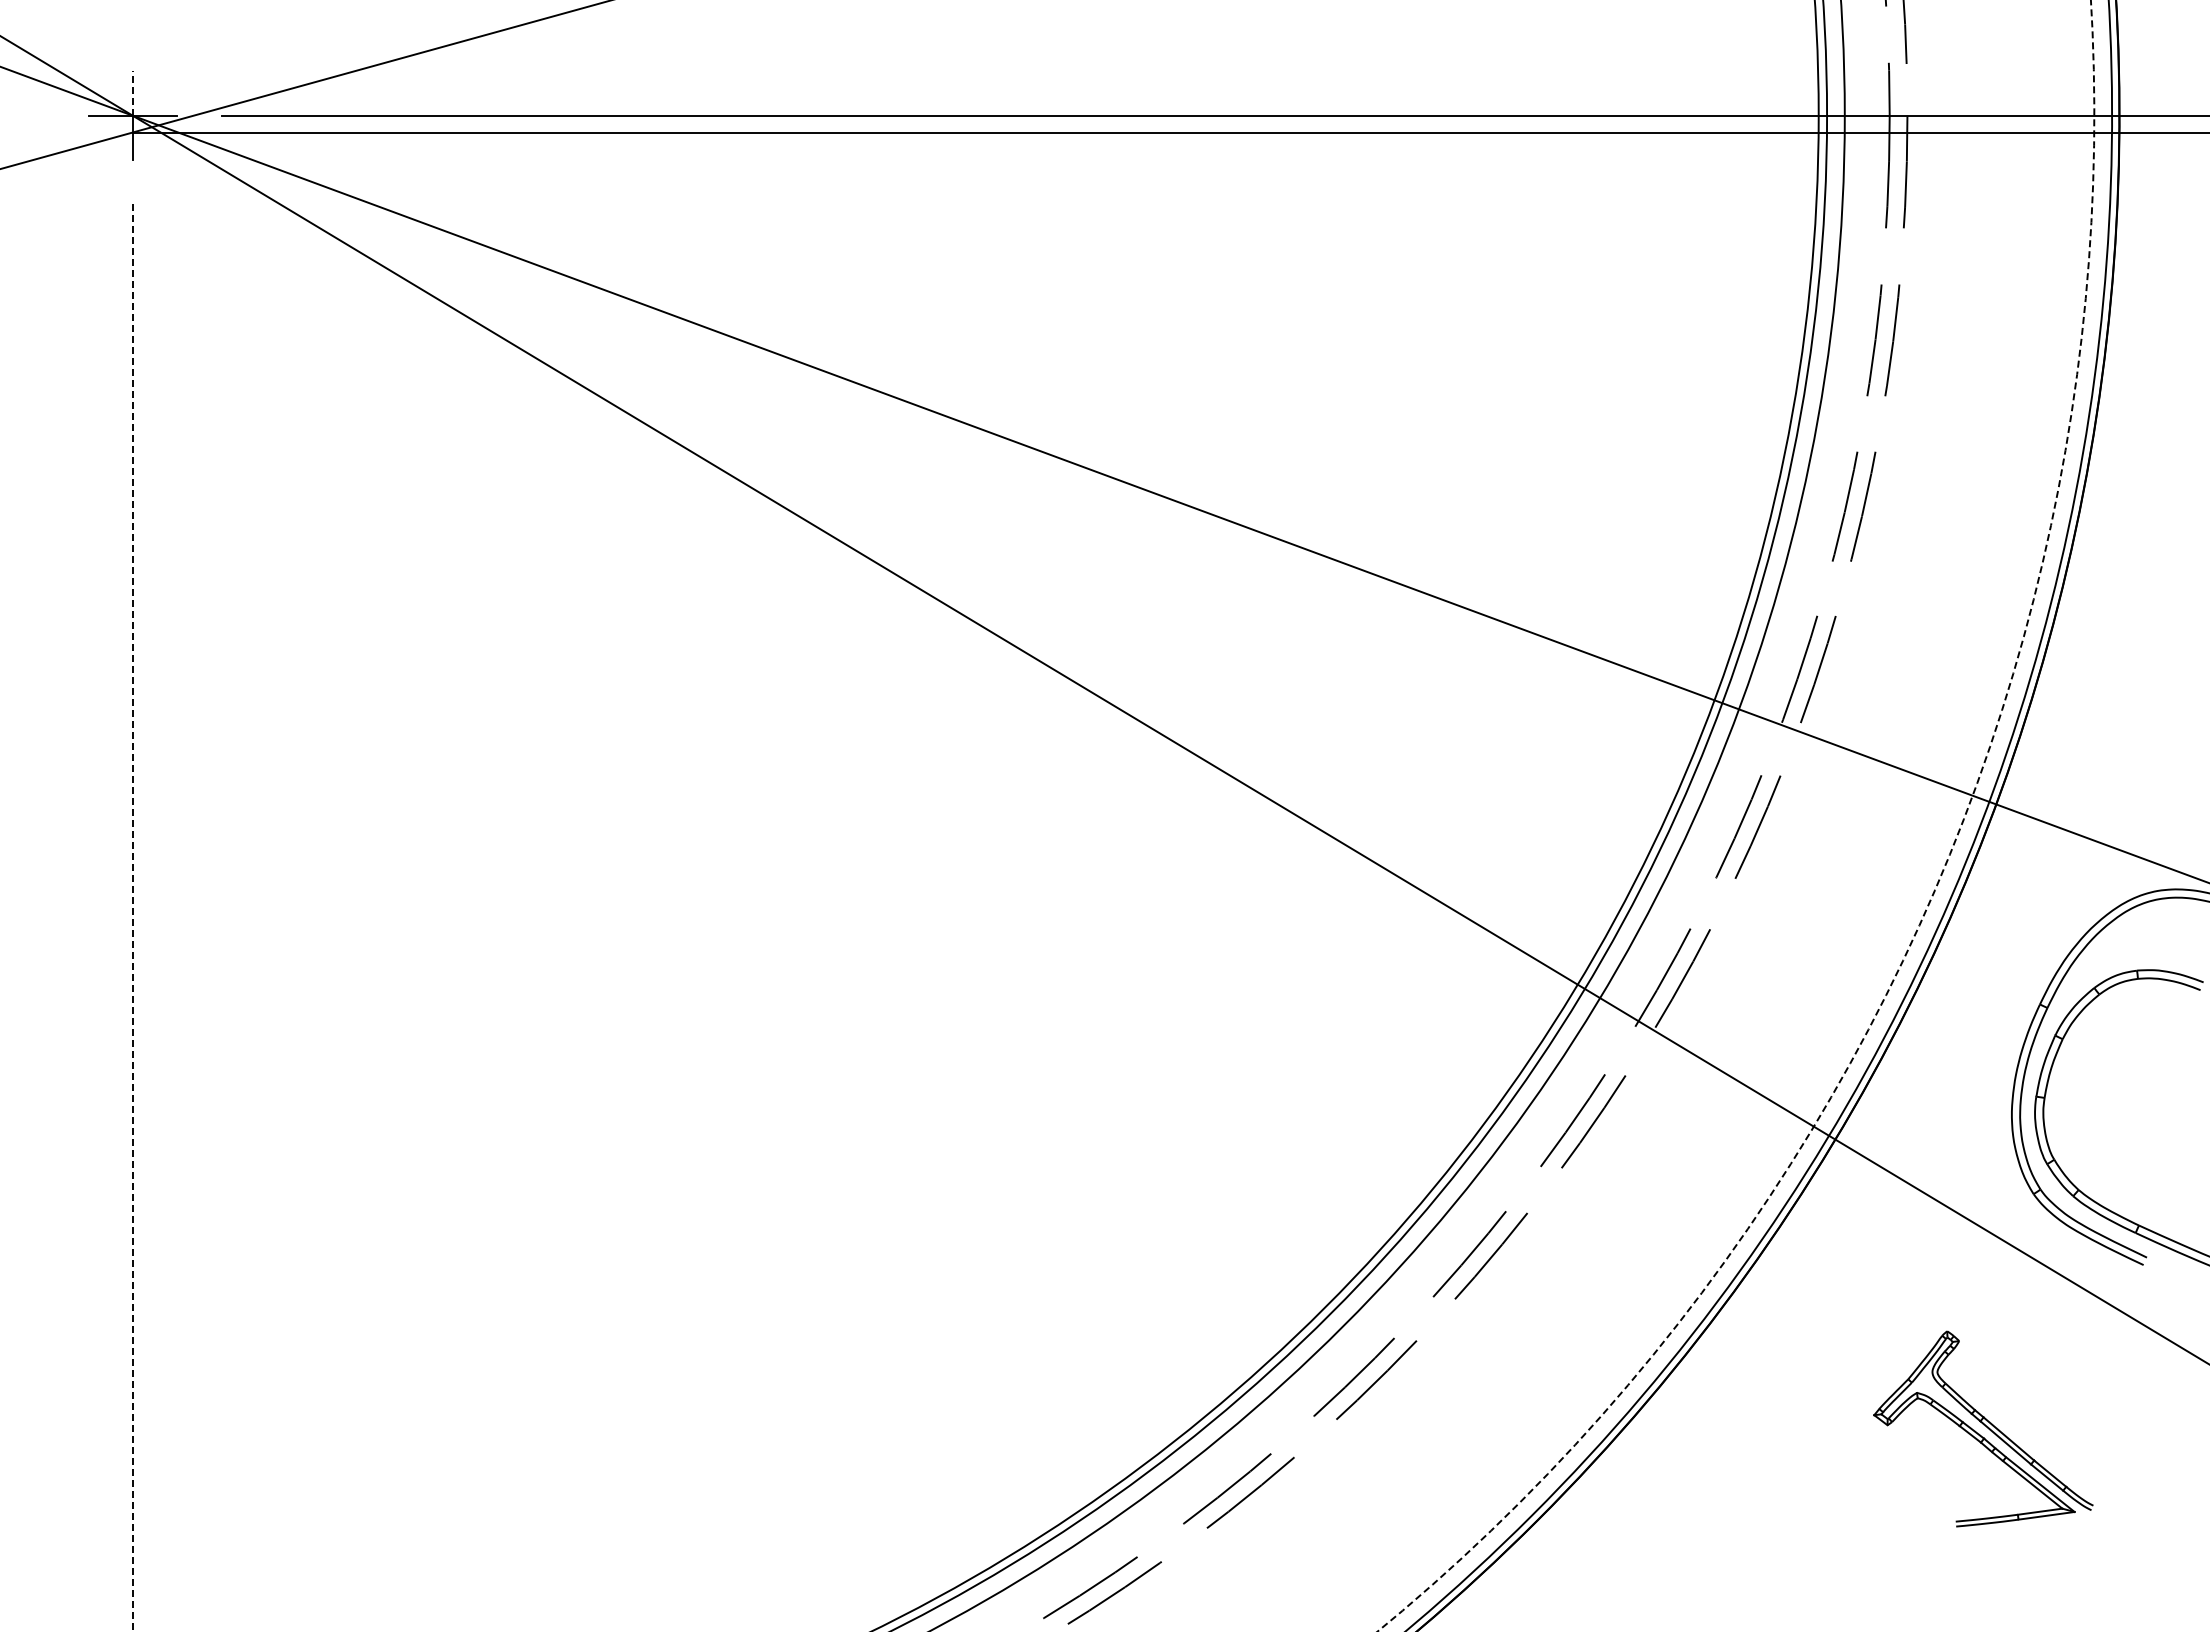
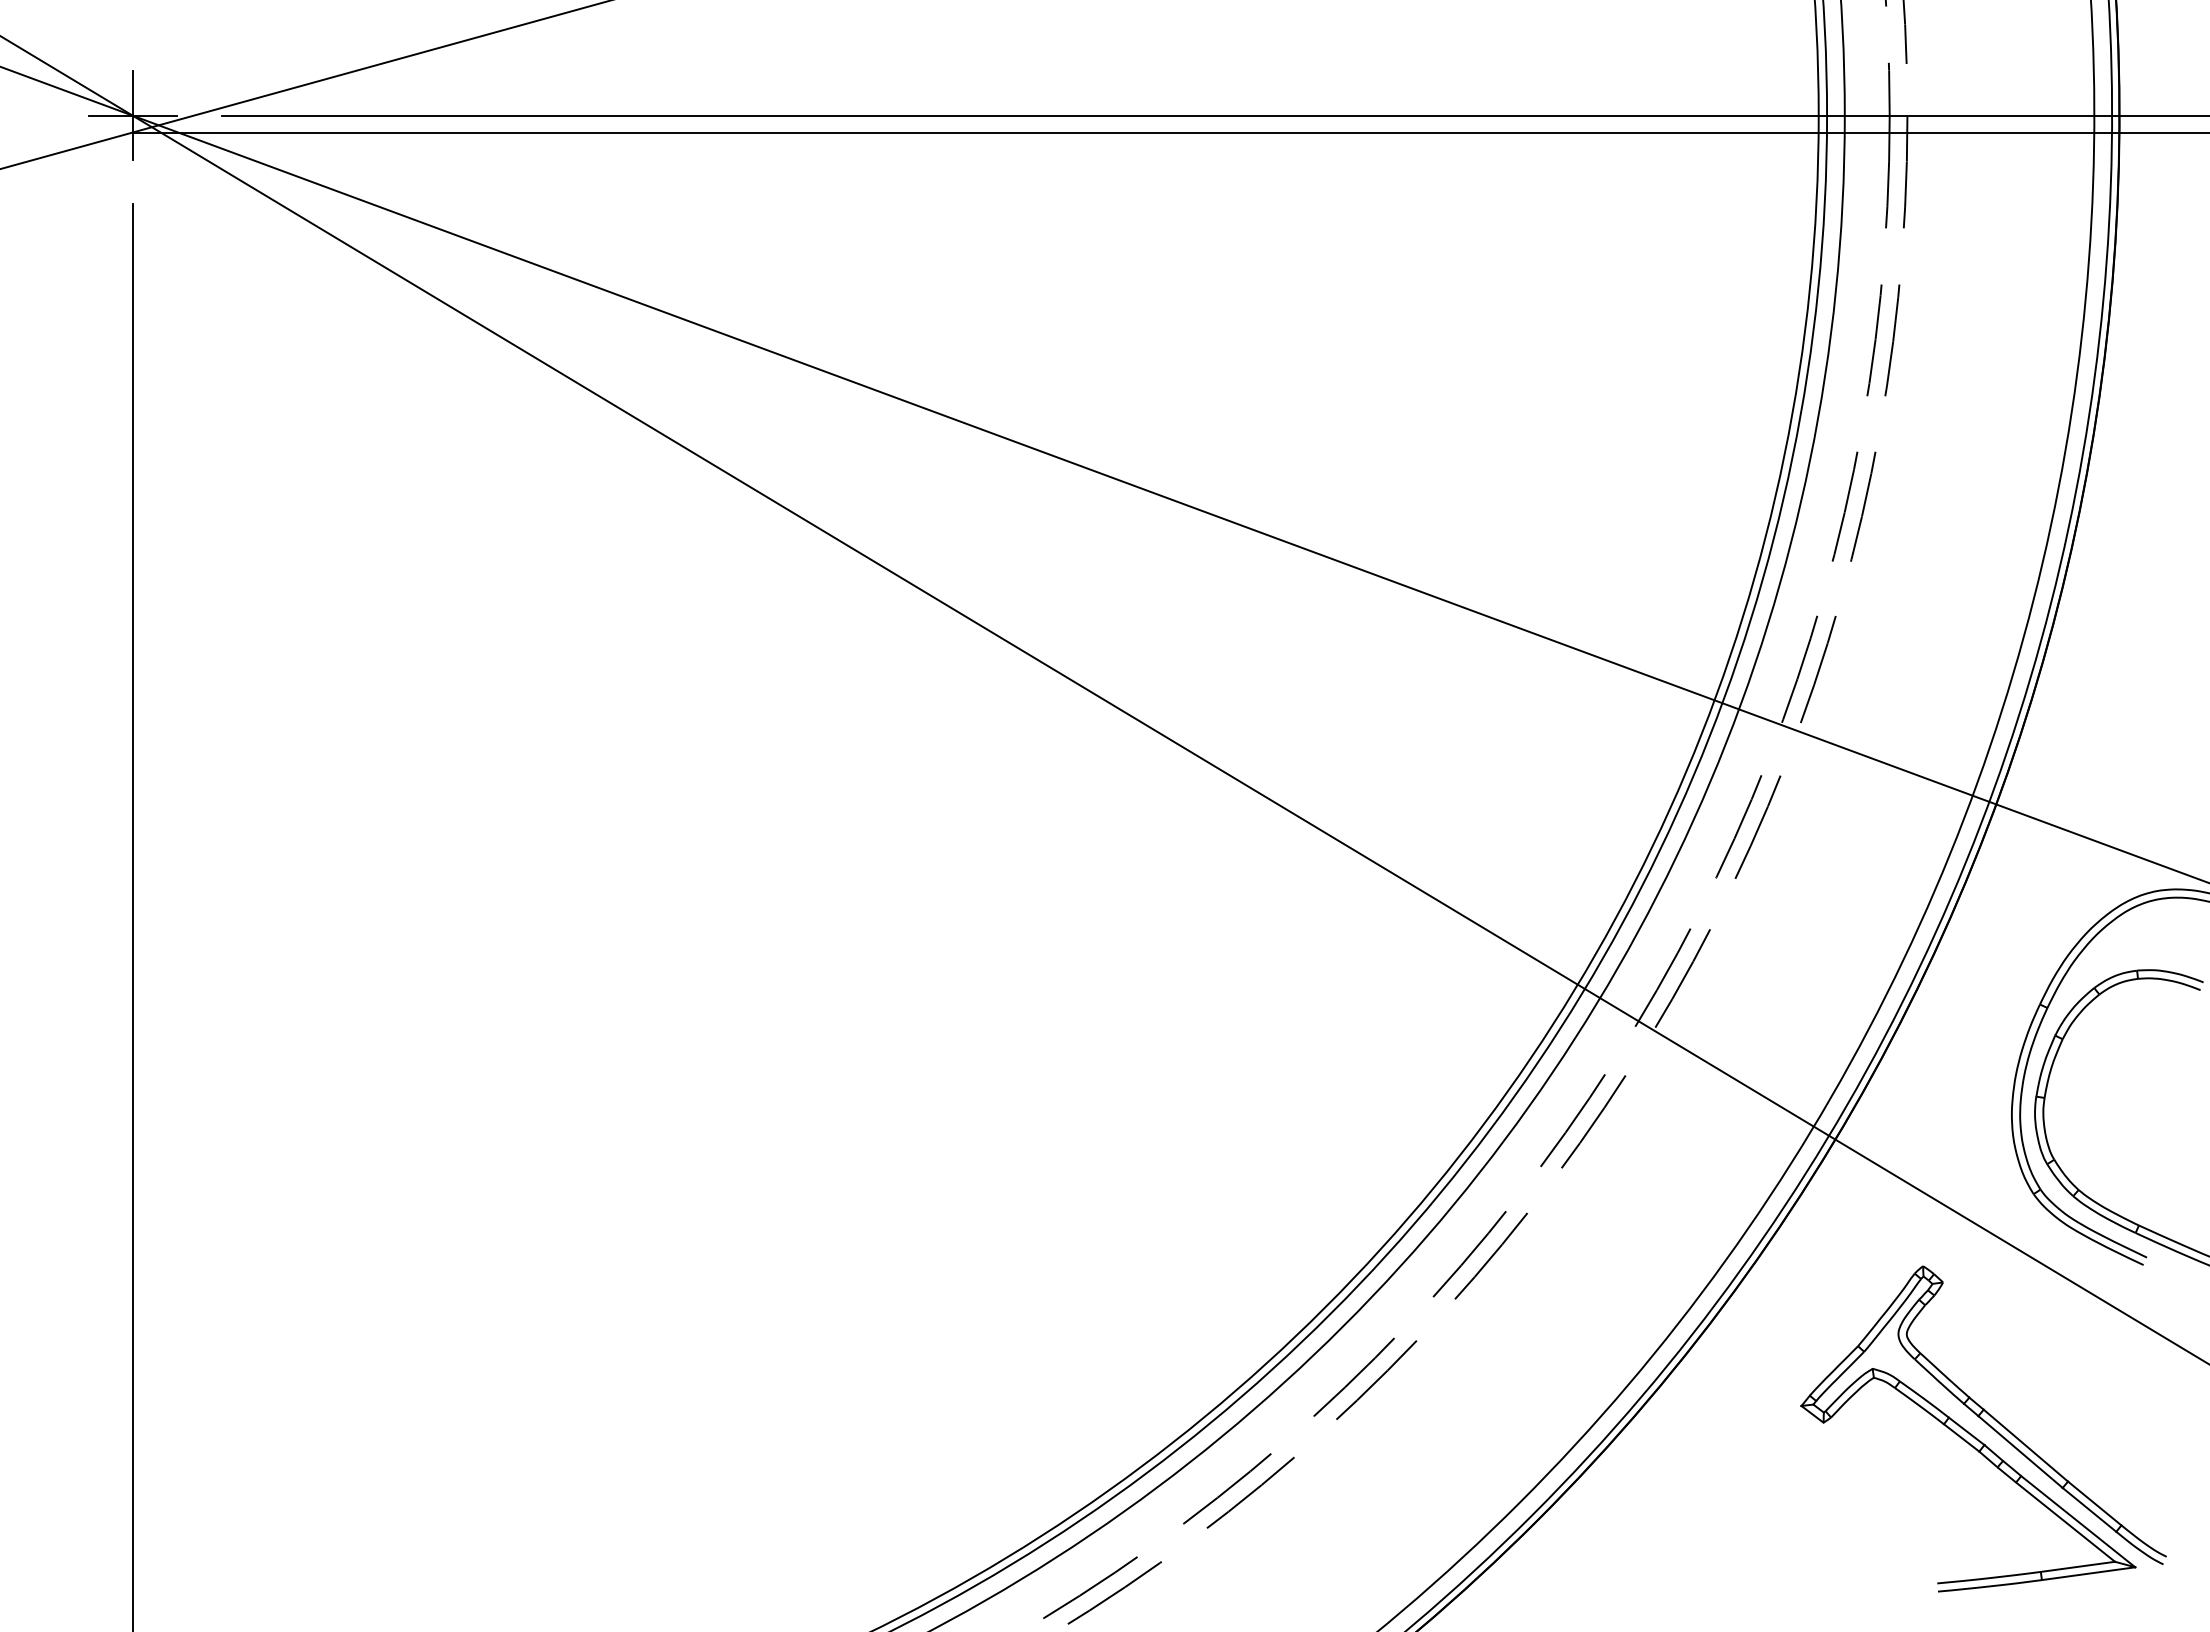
line at (132, 93): dashed -> solid
arc at (1931, 898): dashed -> solid
line at (132, 918): dashed -> solid
part at (1983, 1428) size: 221x198 px -> 367x328 px
